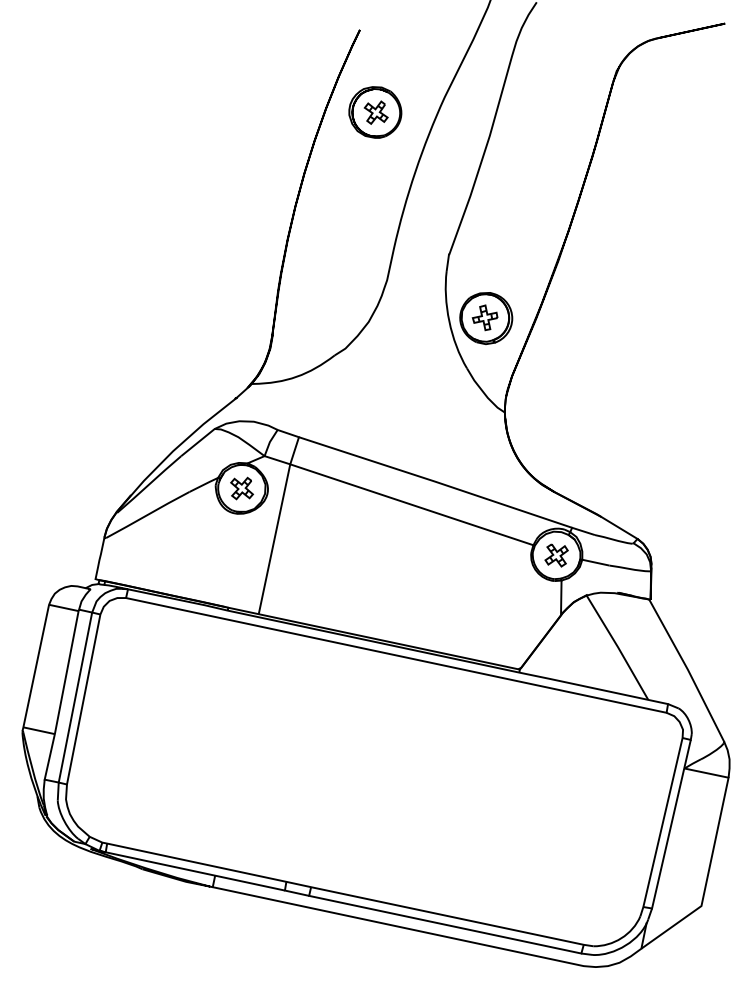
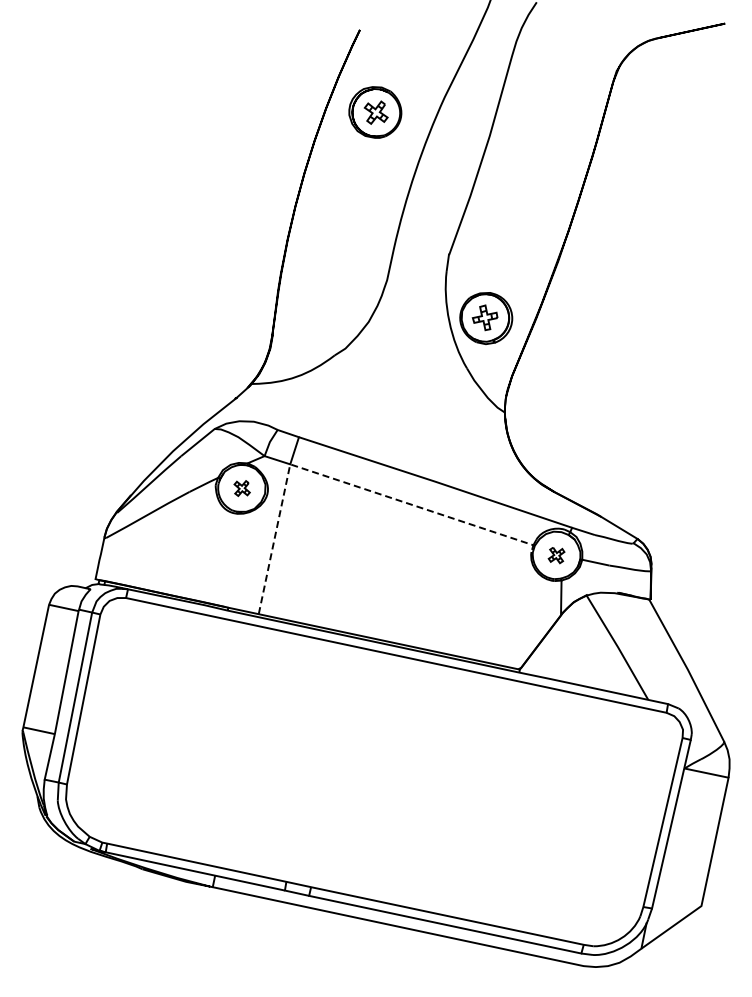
line at (343, 481): solid -> dashed
part at (242, 488) size: 25x25 px -> 18x17 px
part at (556, 555) size: 25x25 px -> 19x18 px
